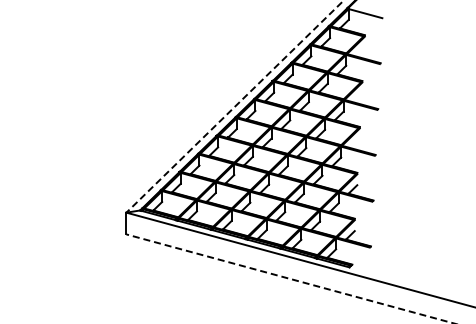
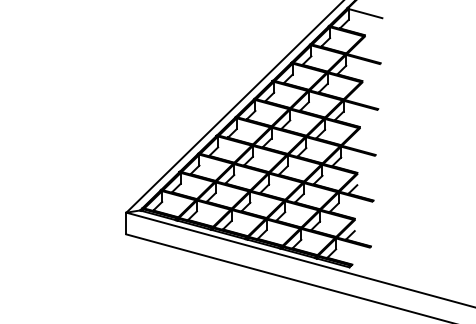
line at (235, 106): dashed -> solid
line at (290, 278): dashed -> solid
